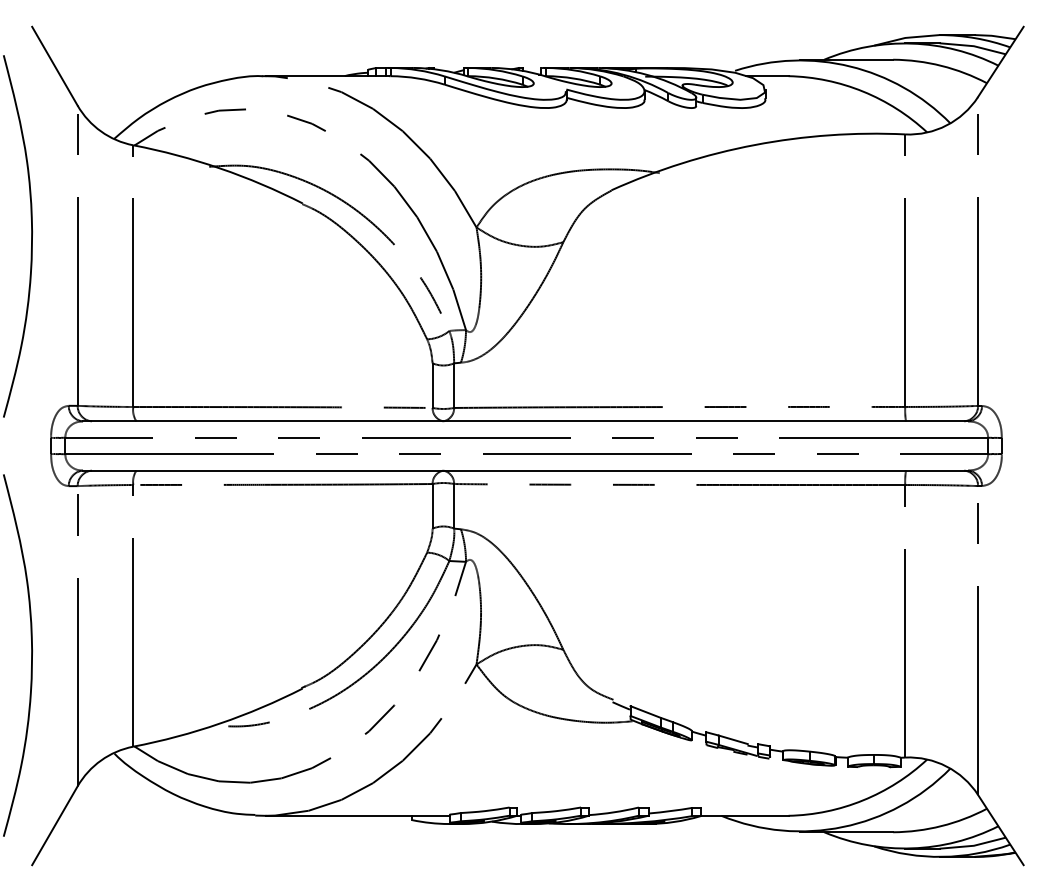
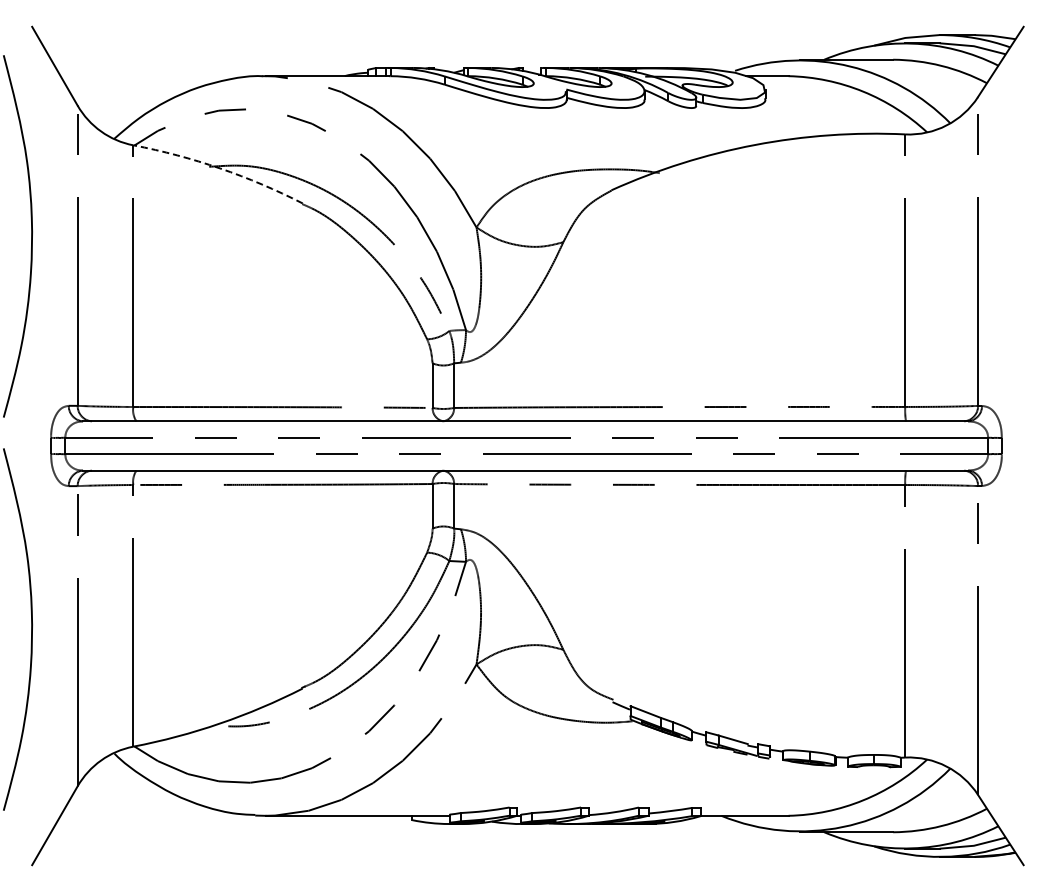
arc at (220, 168): solid -> dashed
curve at (31, 655) position: (31, 655) -> (31, 629)
